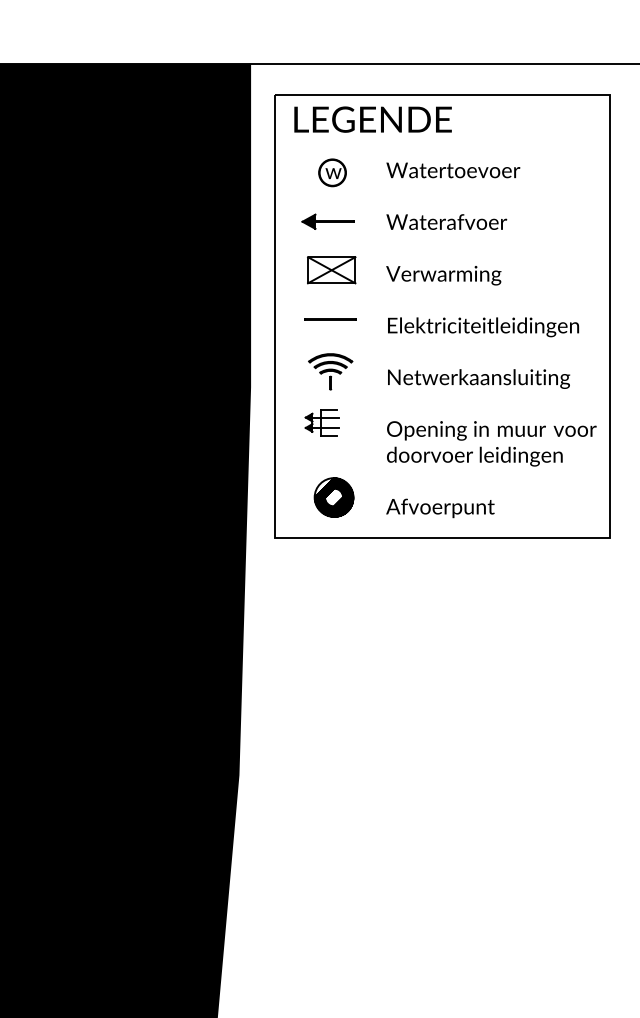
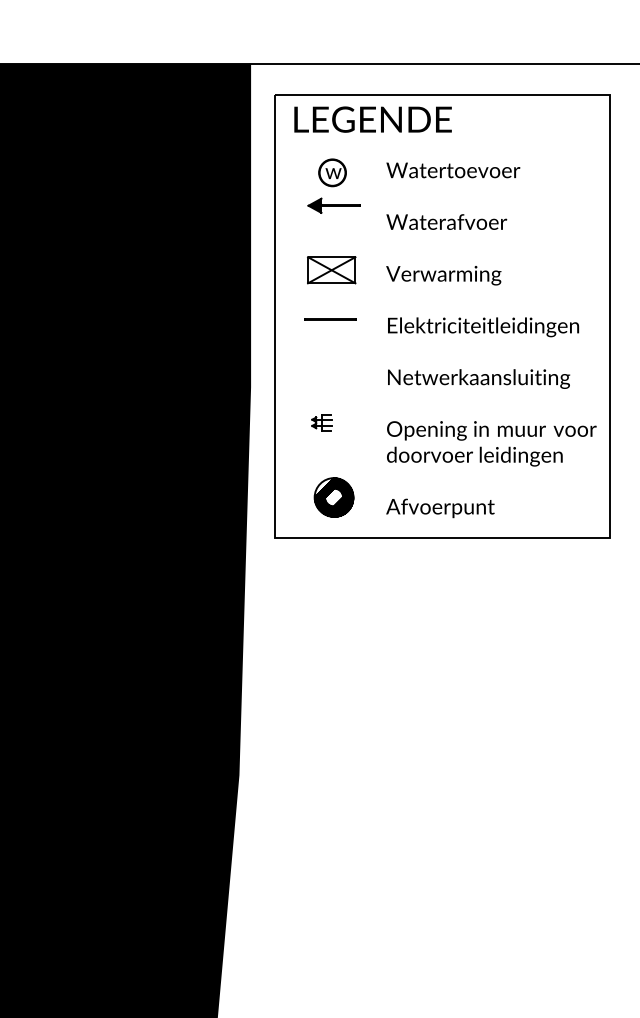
part at (327, 221) position: (327, 221) -> (333, 205)
part at (330, 371): present -> none
part at (321, 422) size: 36x28 px -> 22x18 px
